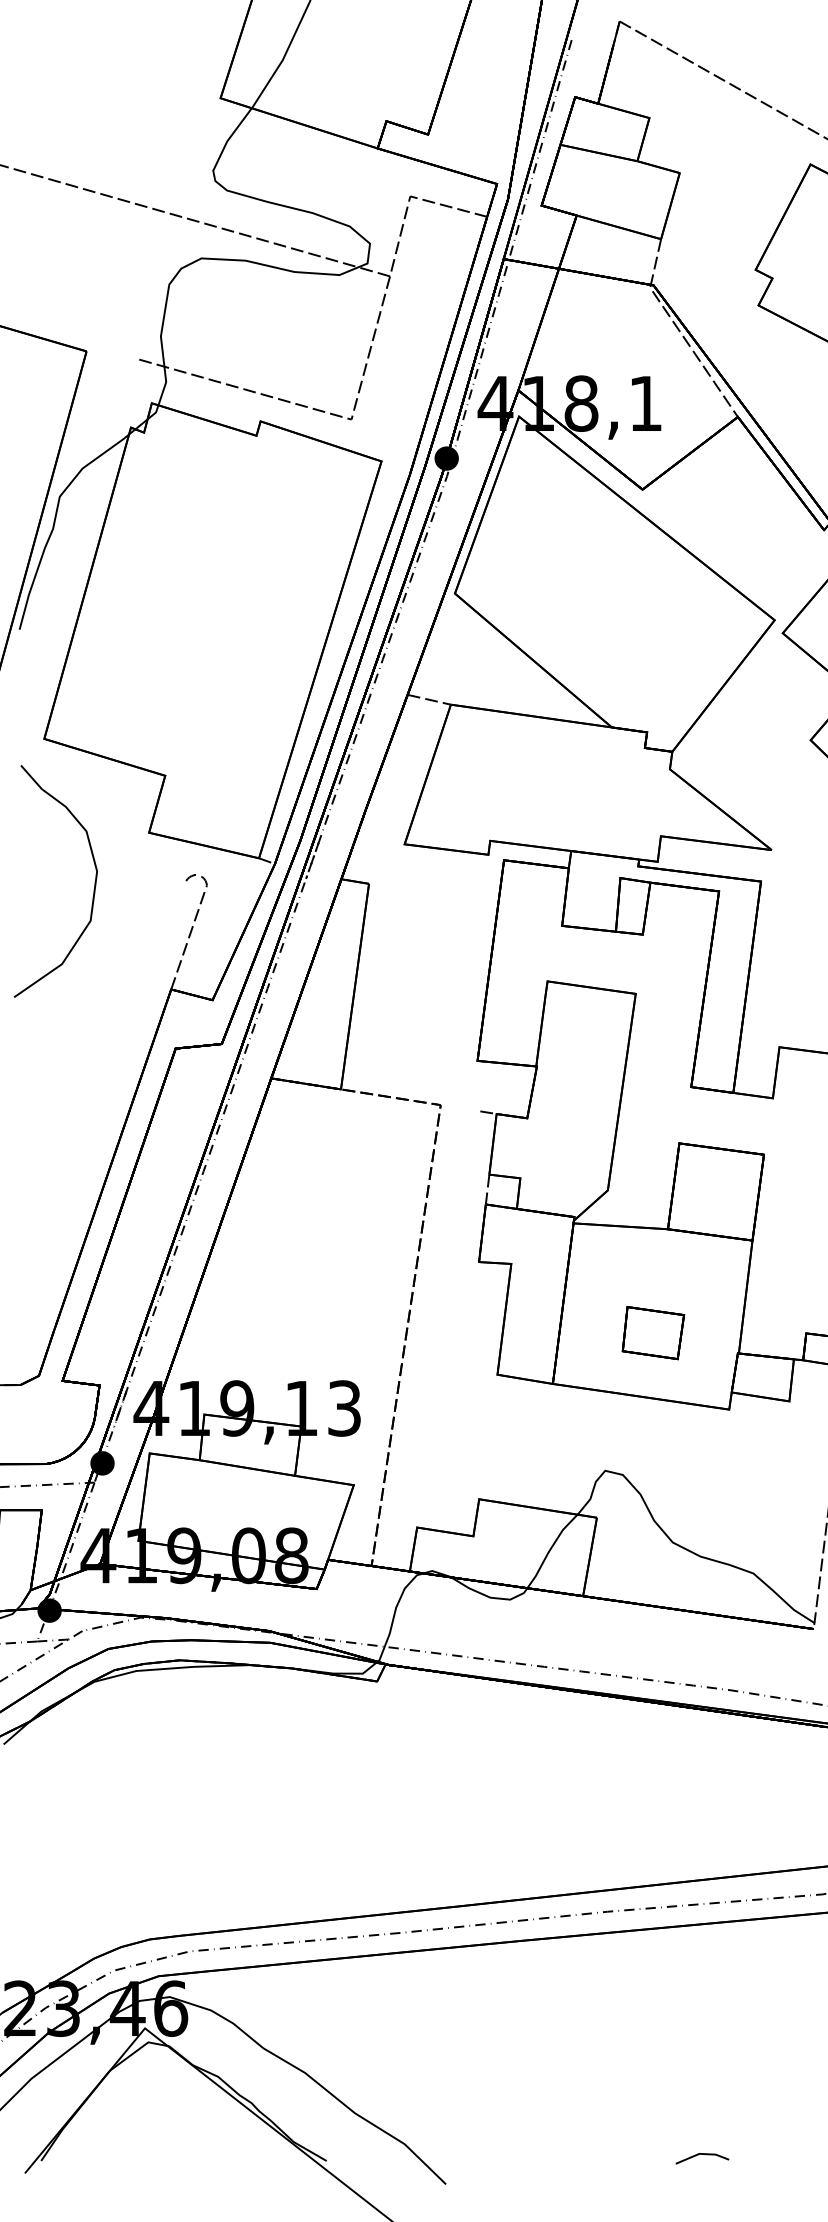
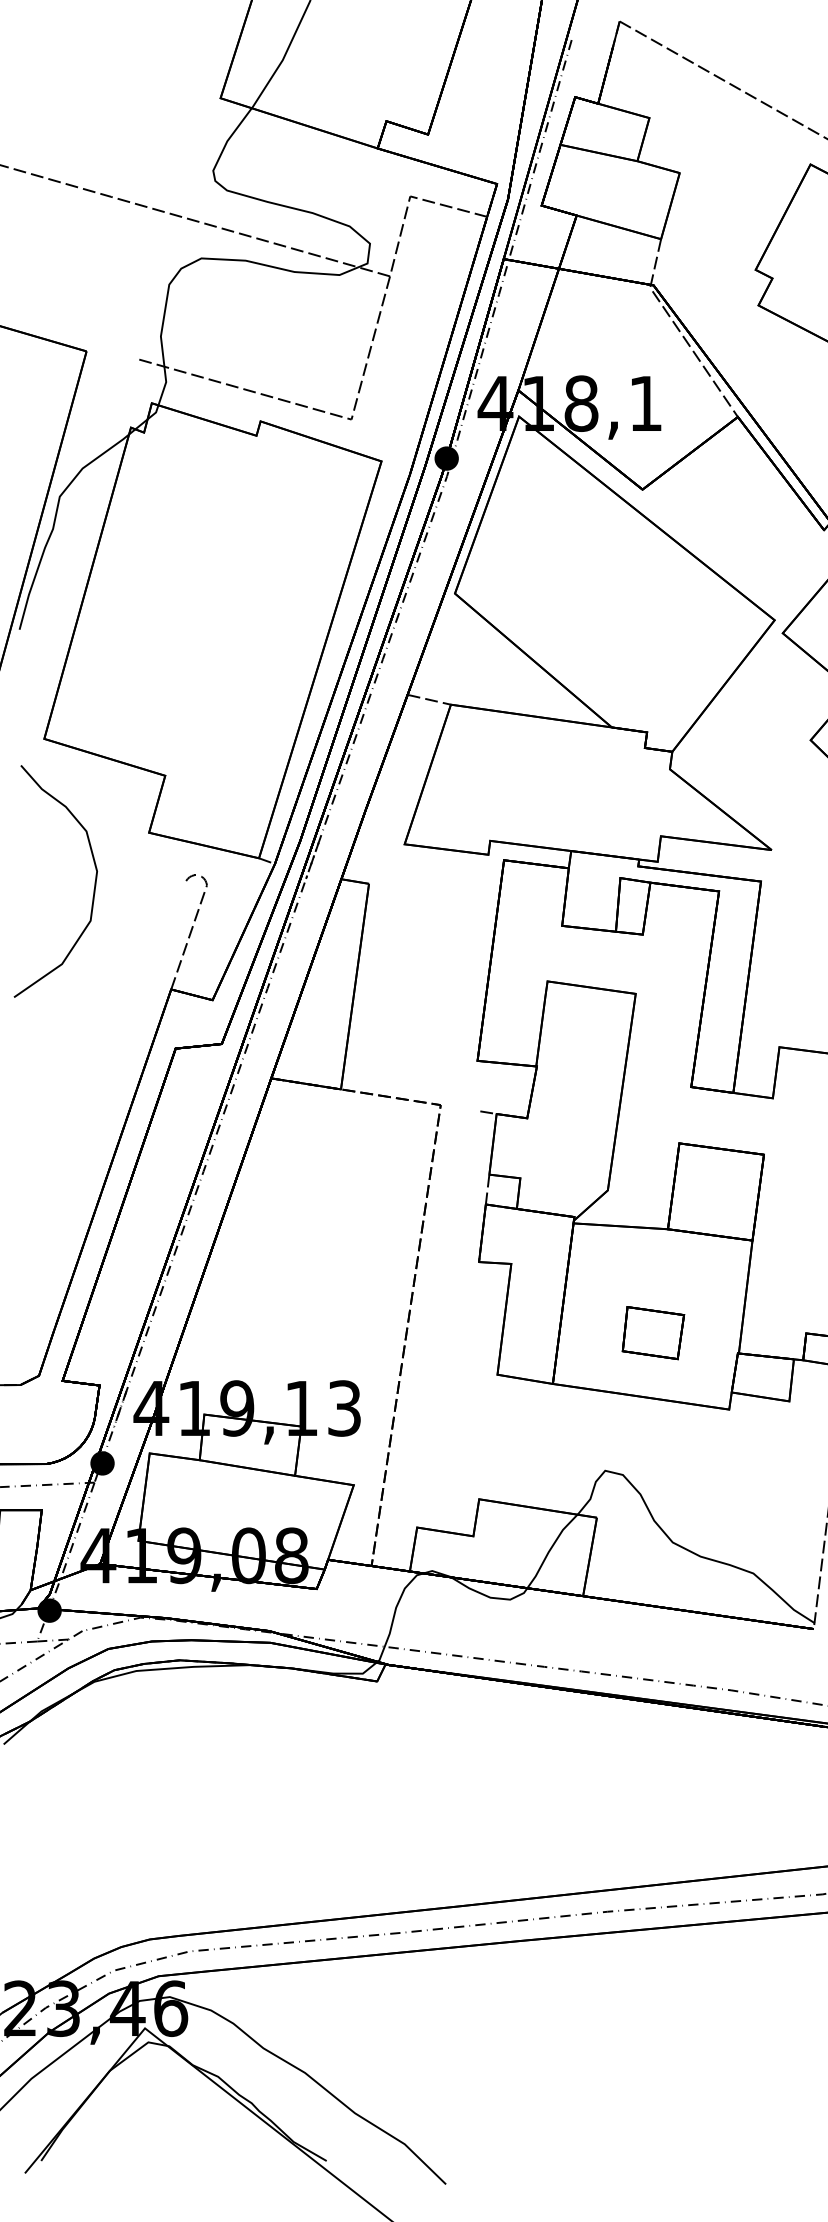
line at (702, 2154): present -> none
